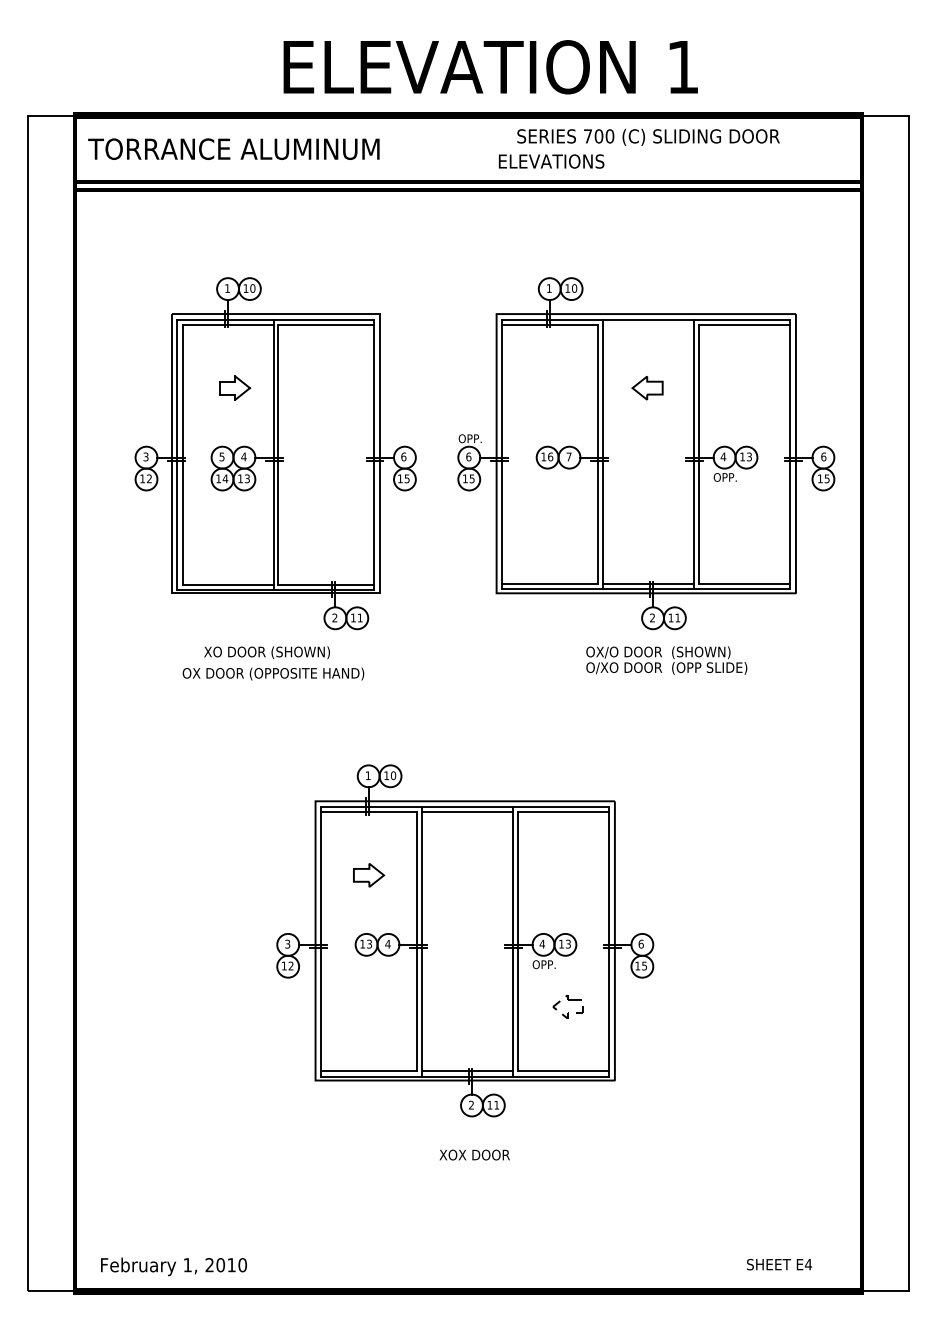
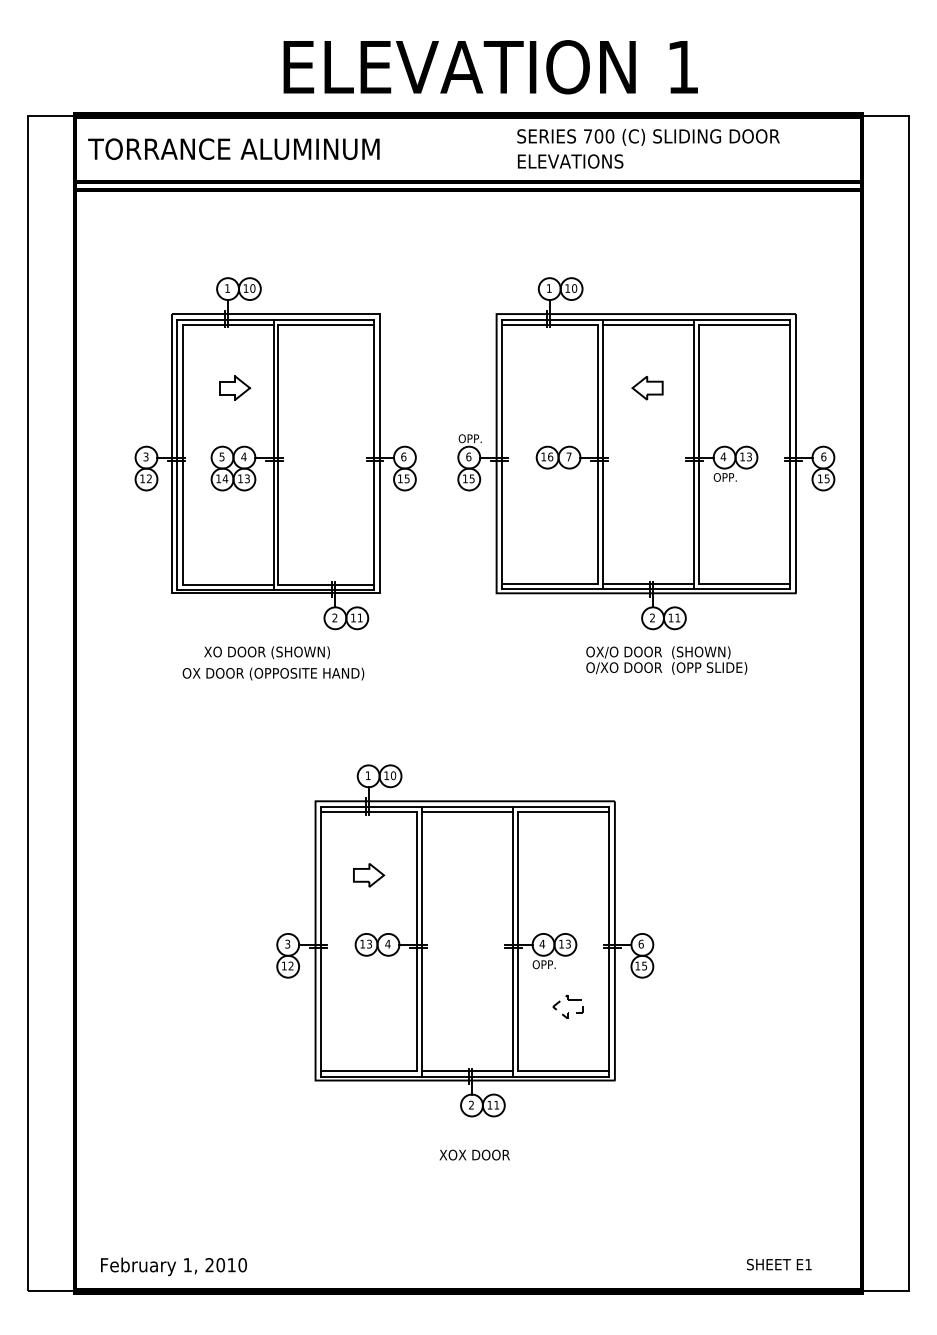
text at (551, 161) position: (551, 161) -> (570, 161)
line at (648, 324): none -> present
text at (808, 1264): E4 -> E1
